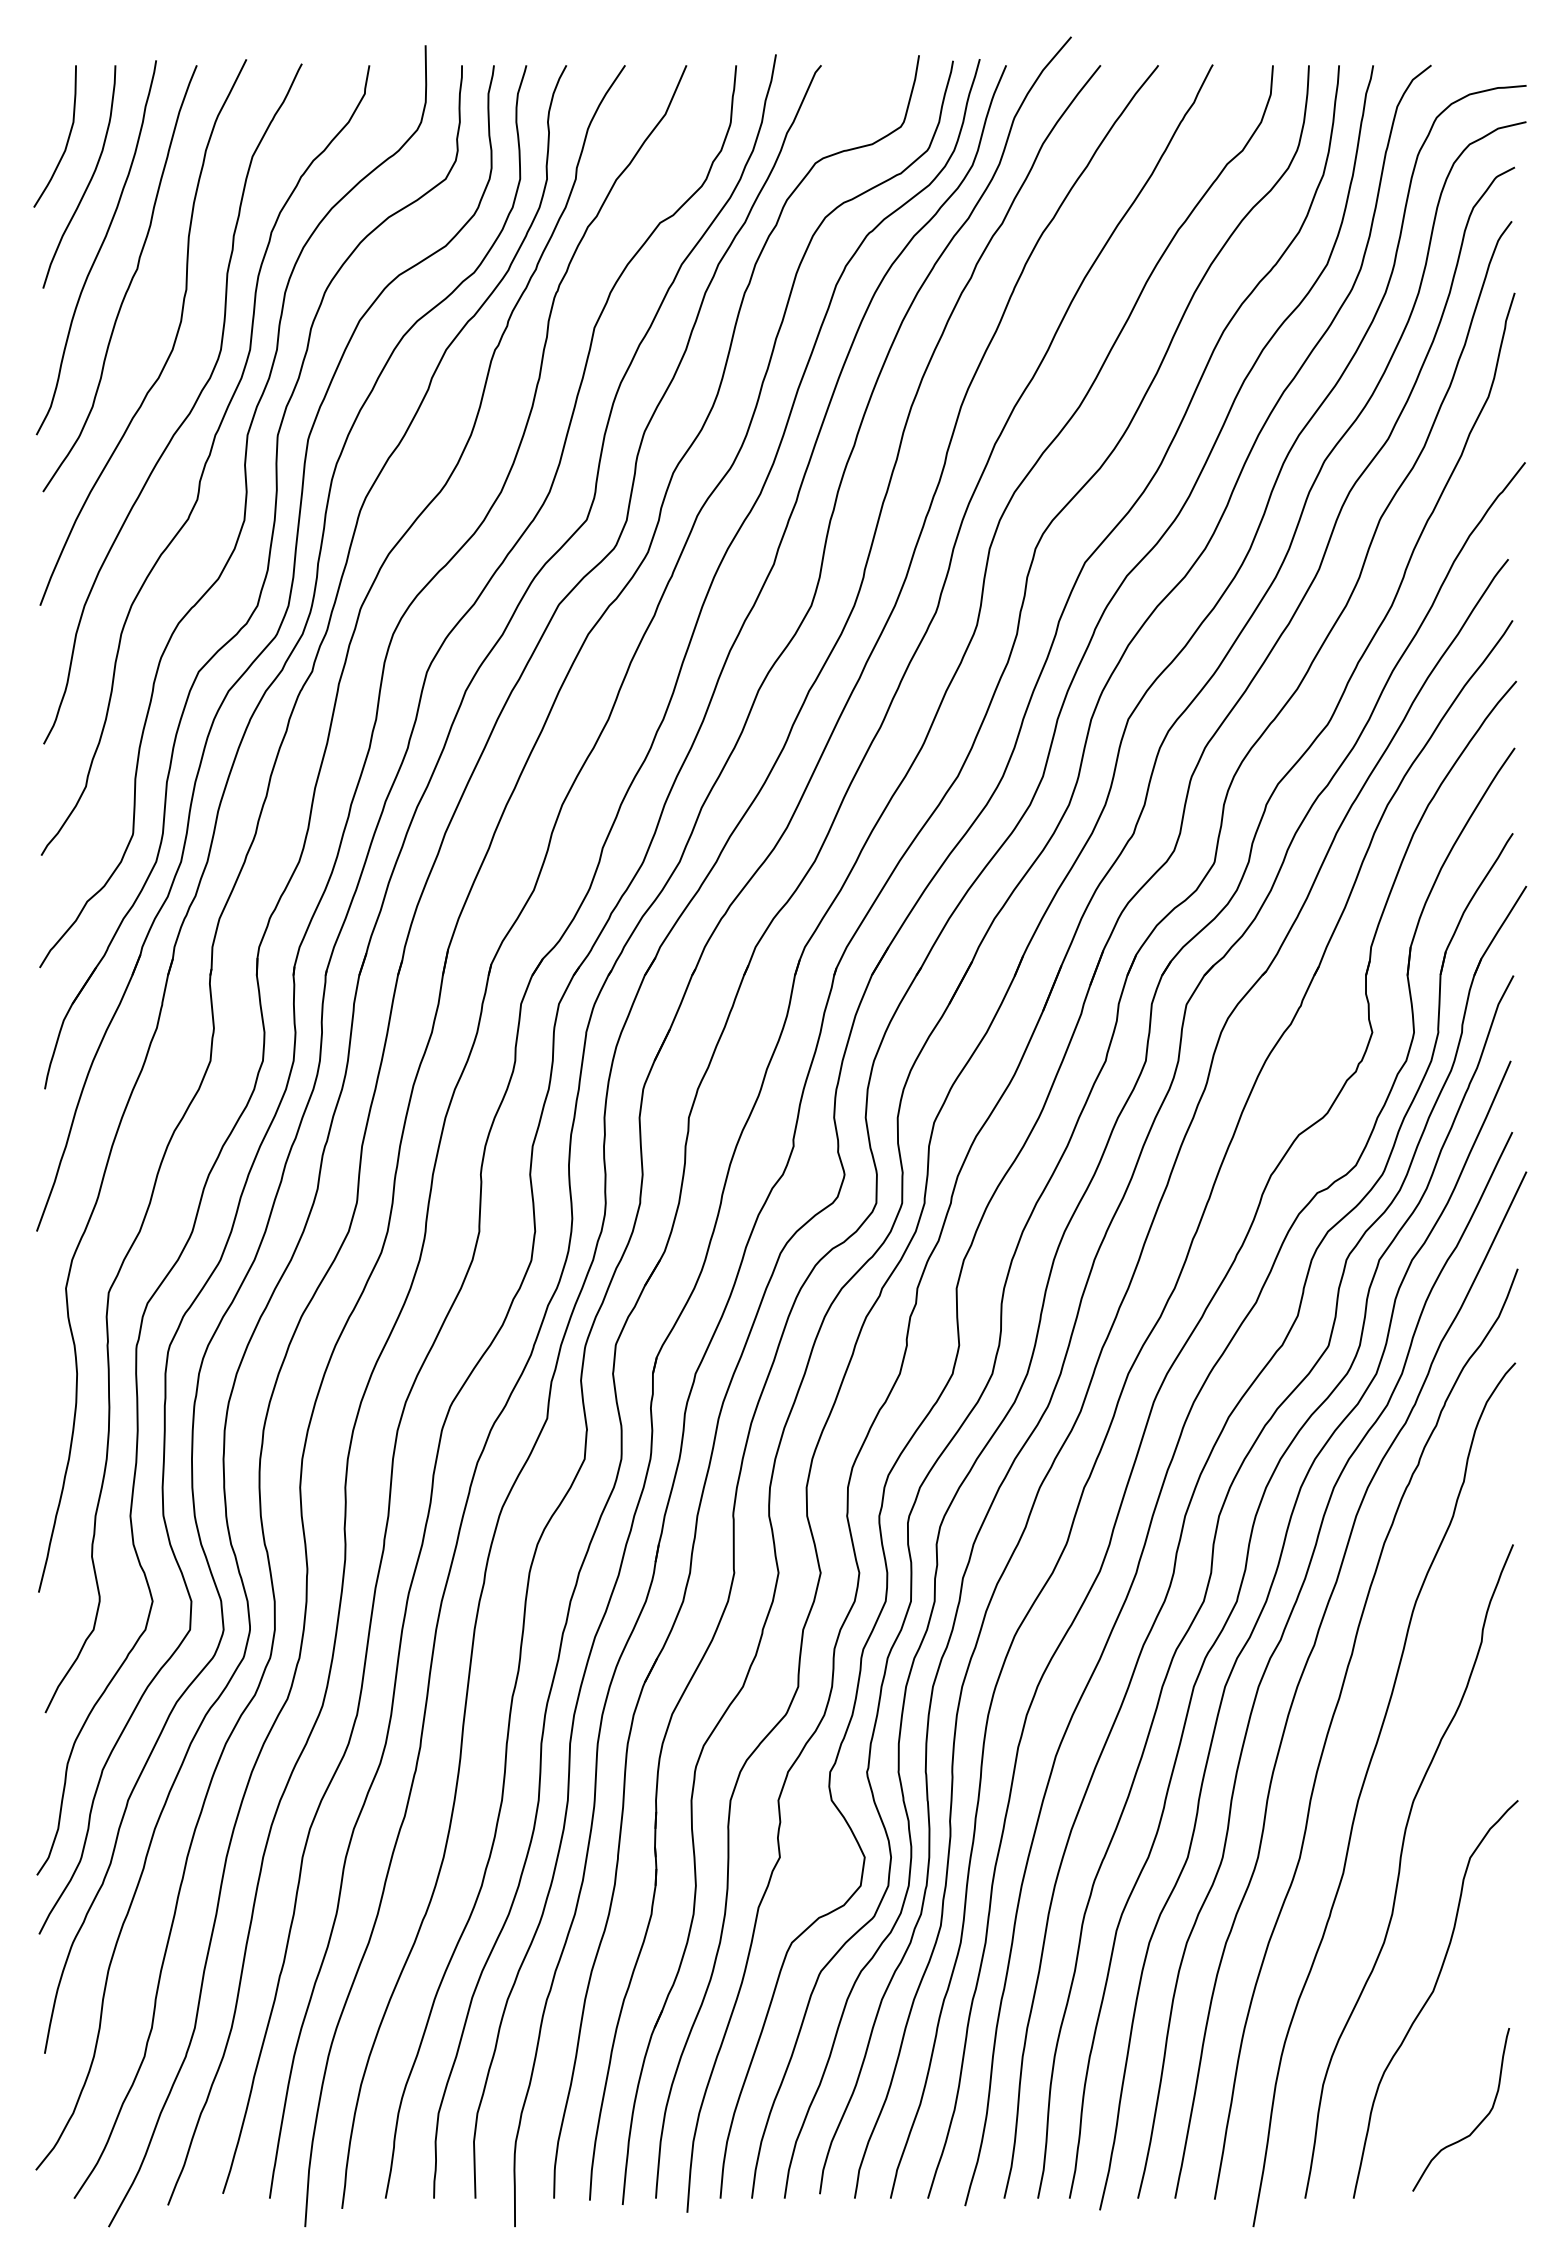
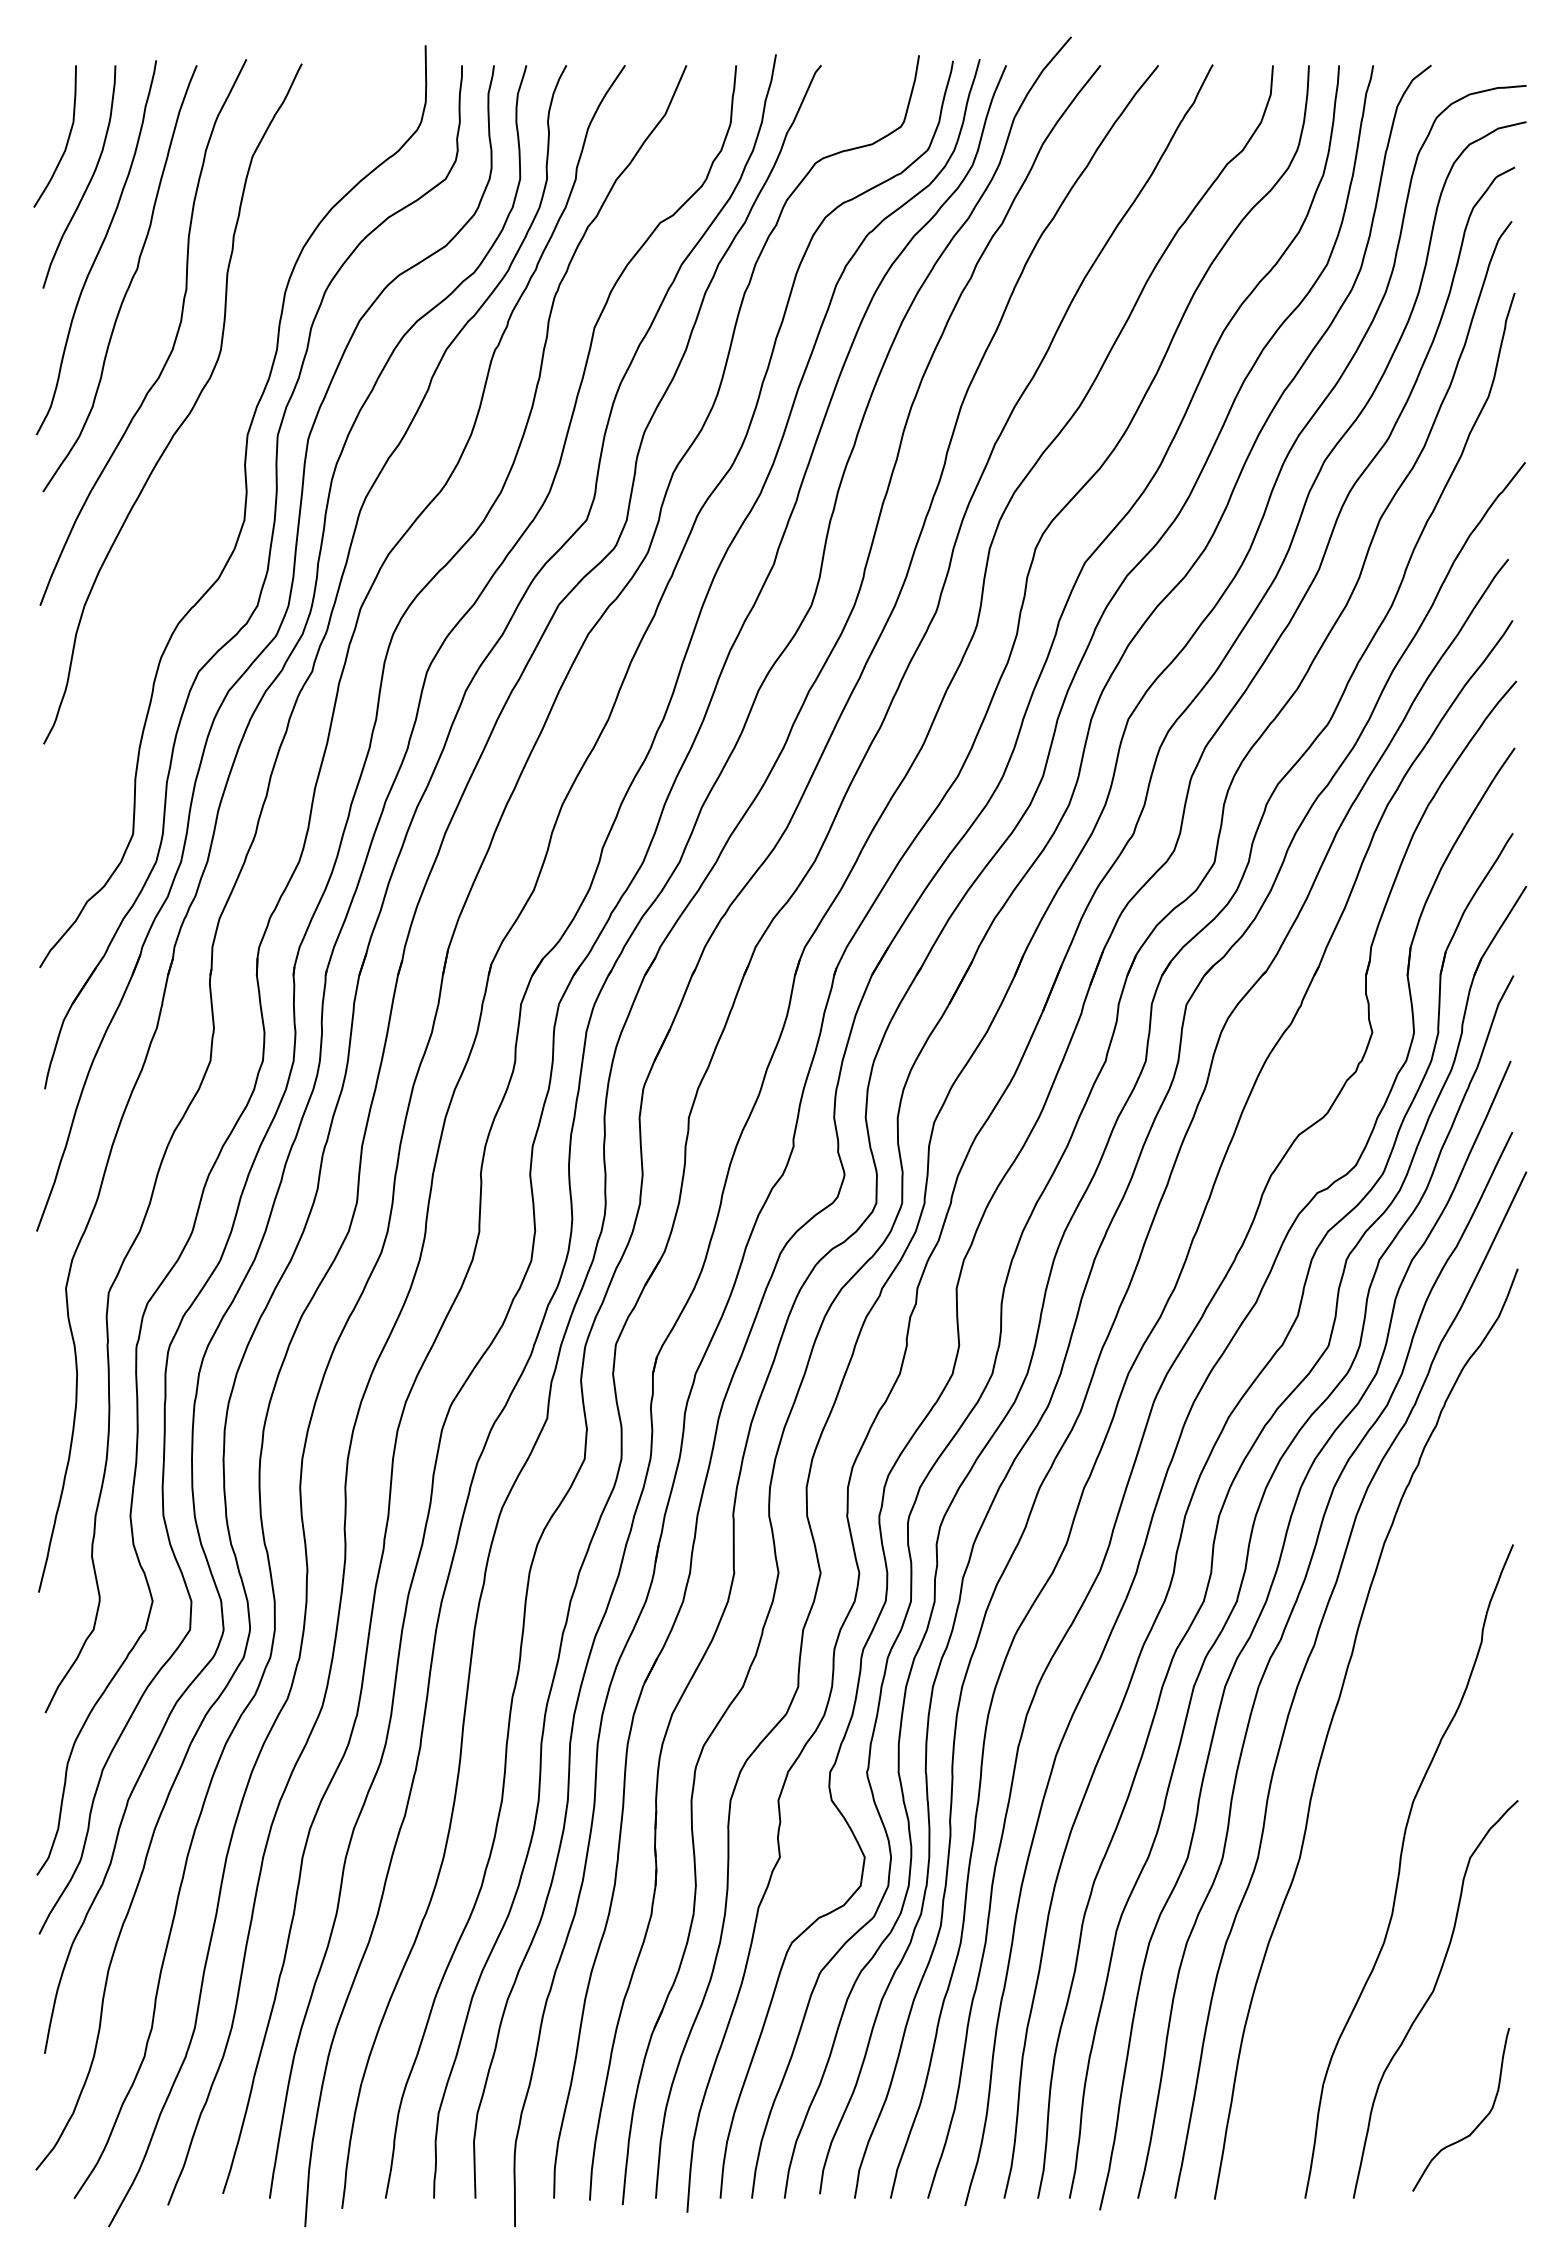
curve at (206, 460): present -> none
curve at (1363, 1787): present -> none
